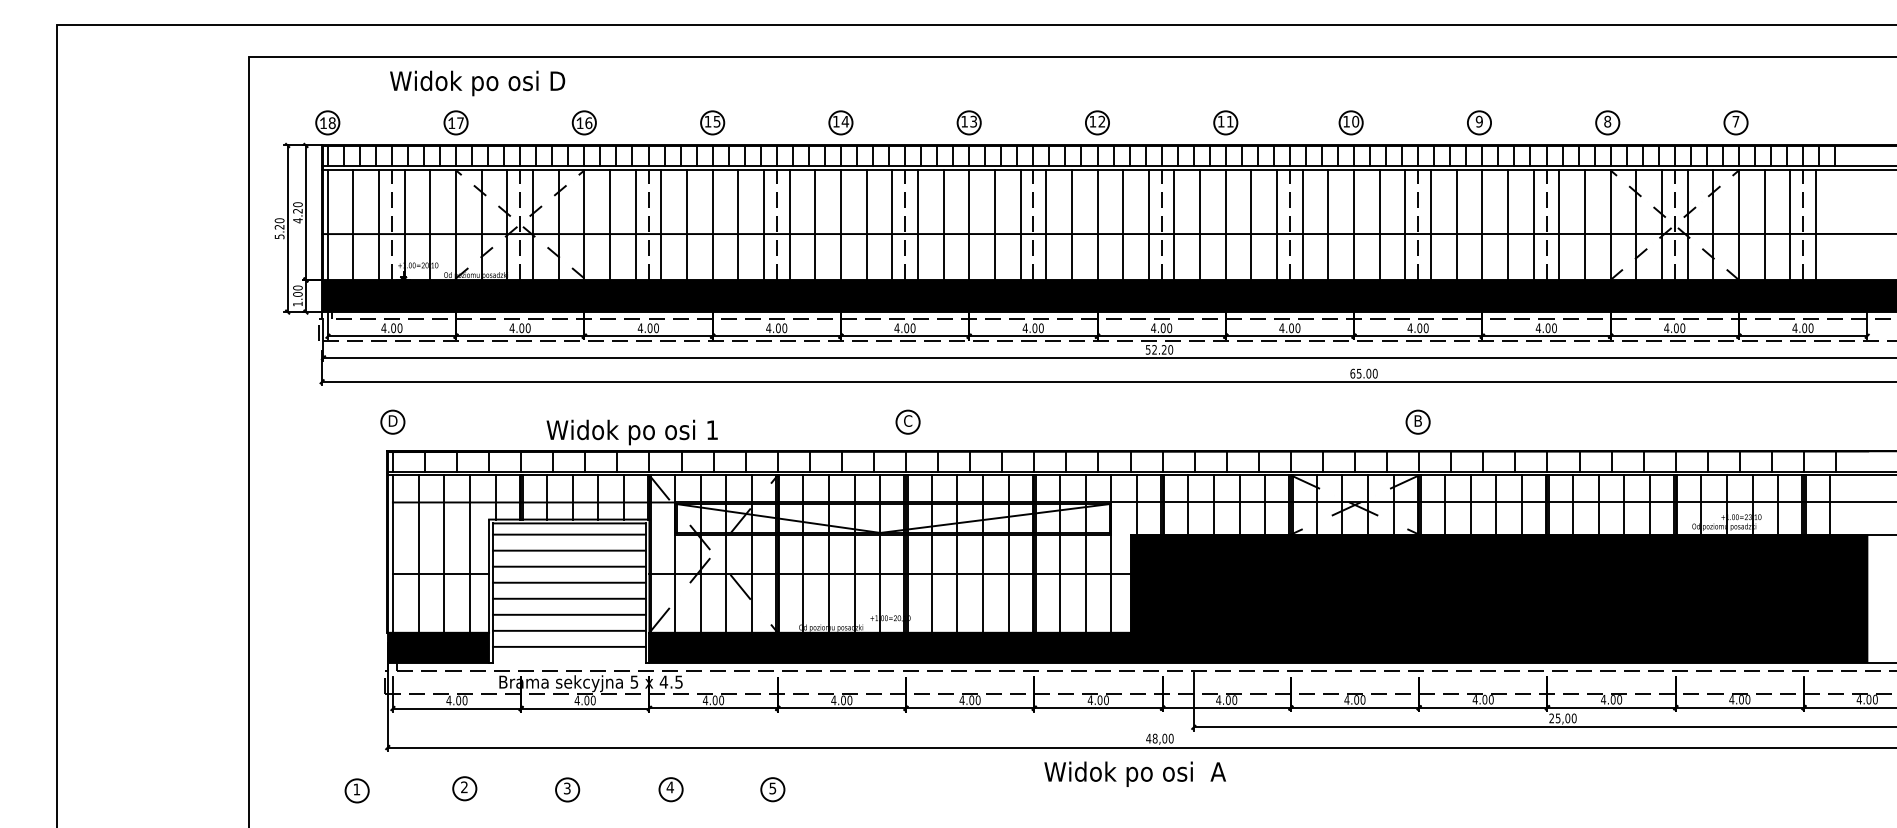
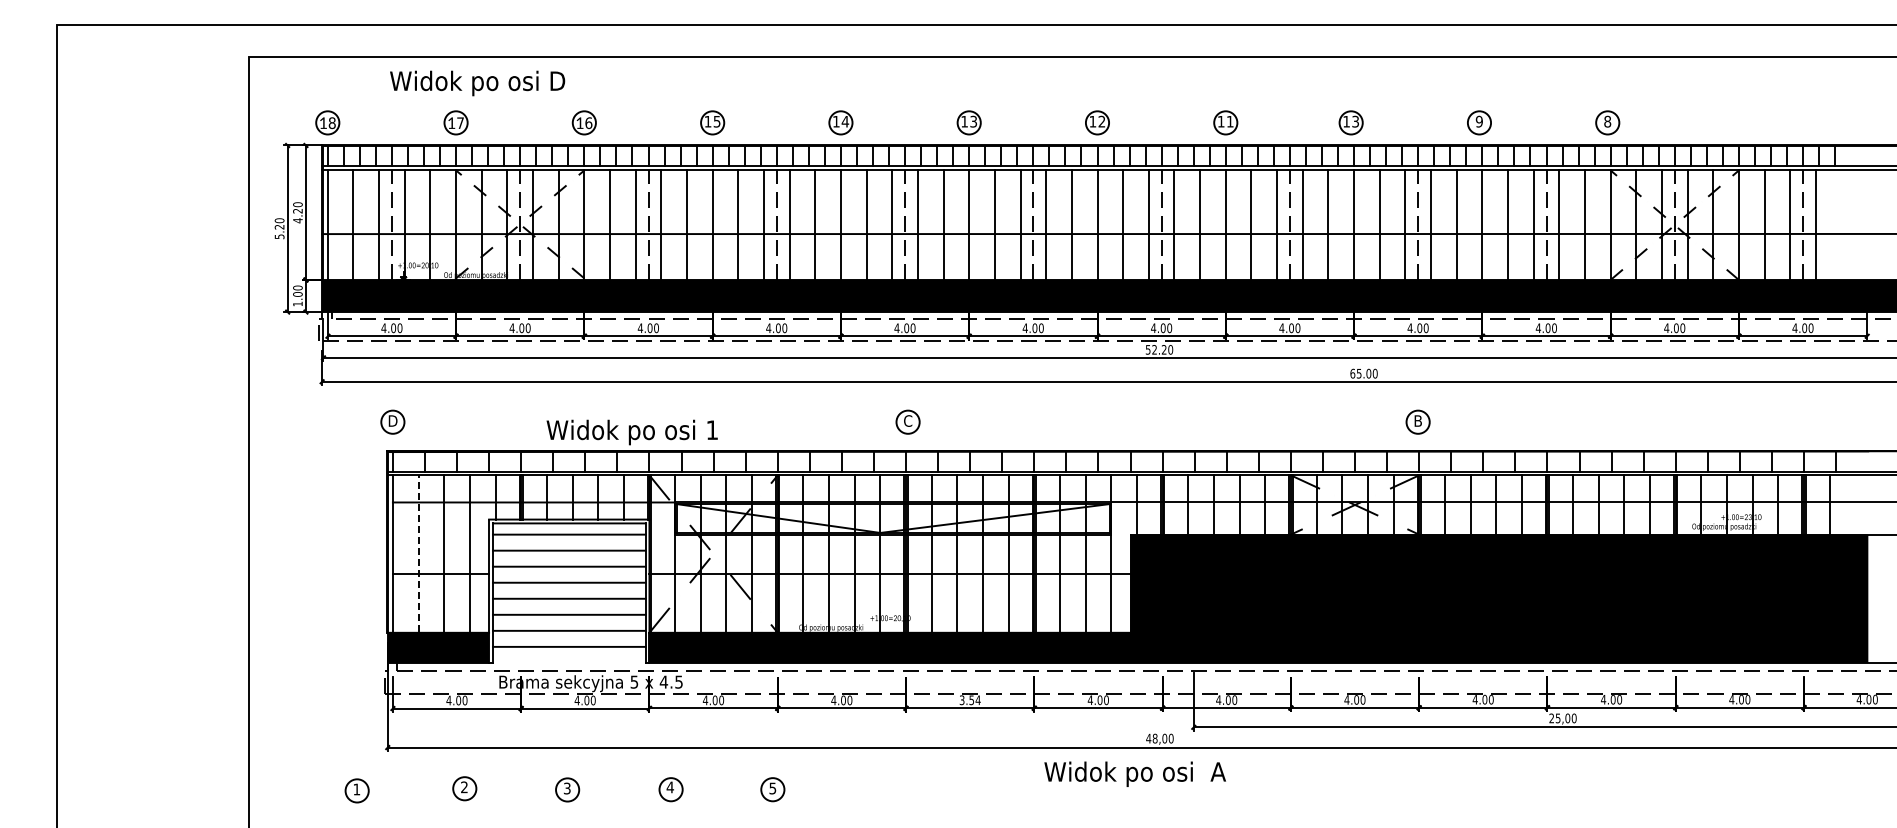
text at (1355, 121): 10 -> 13
part at (1735, 122): present -> none
line at (418, 553): solid -> dashed
text at (969, 700): 4.00 -> 3.54
